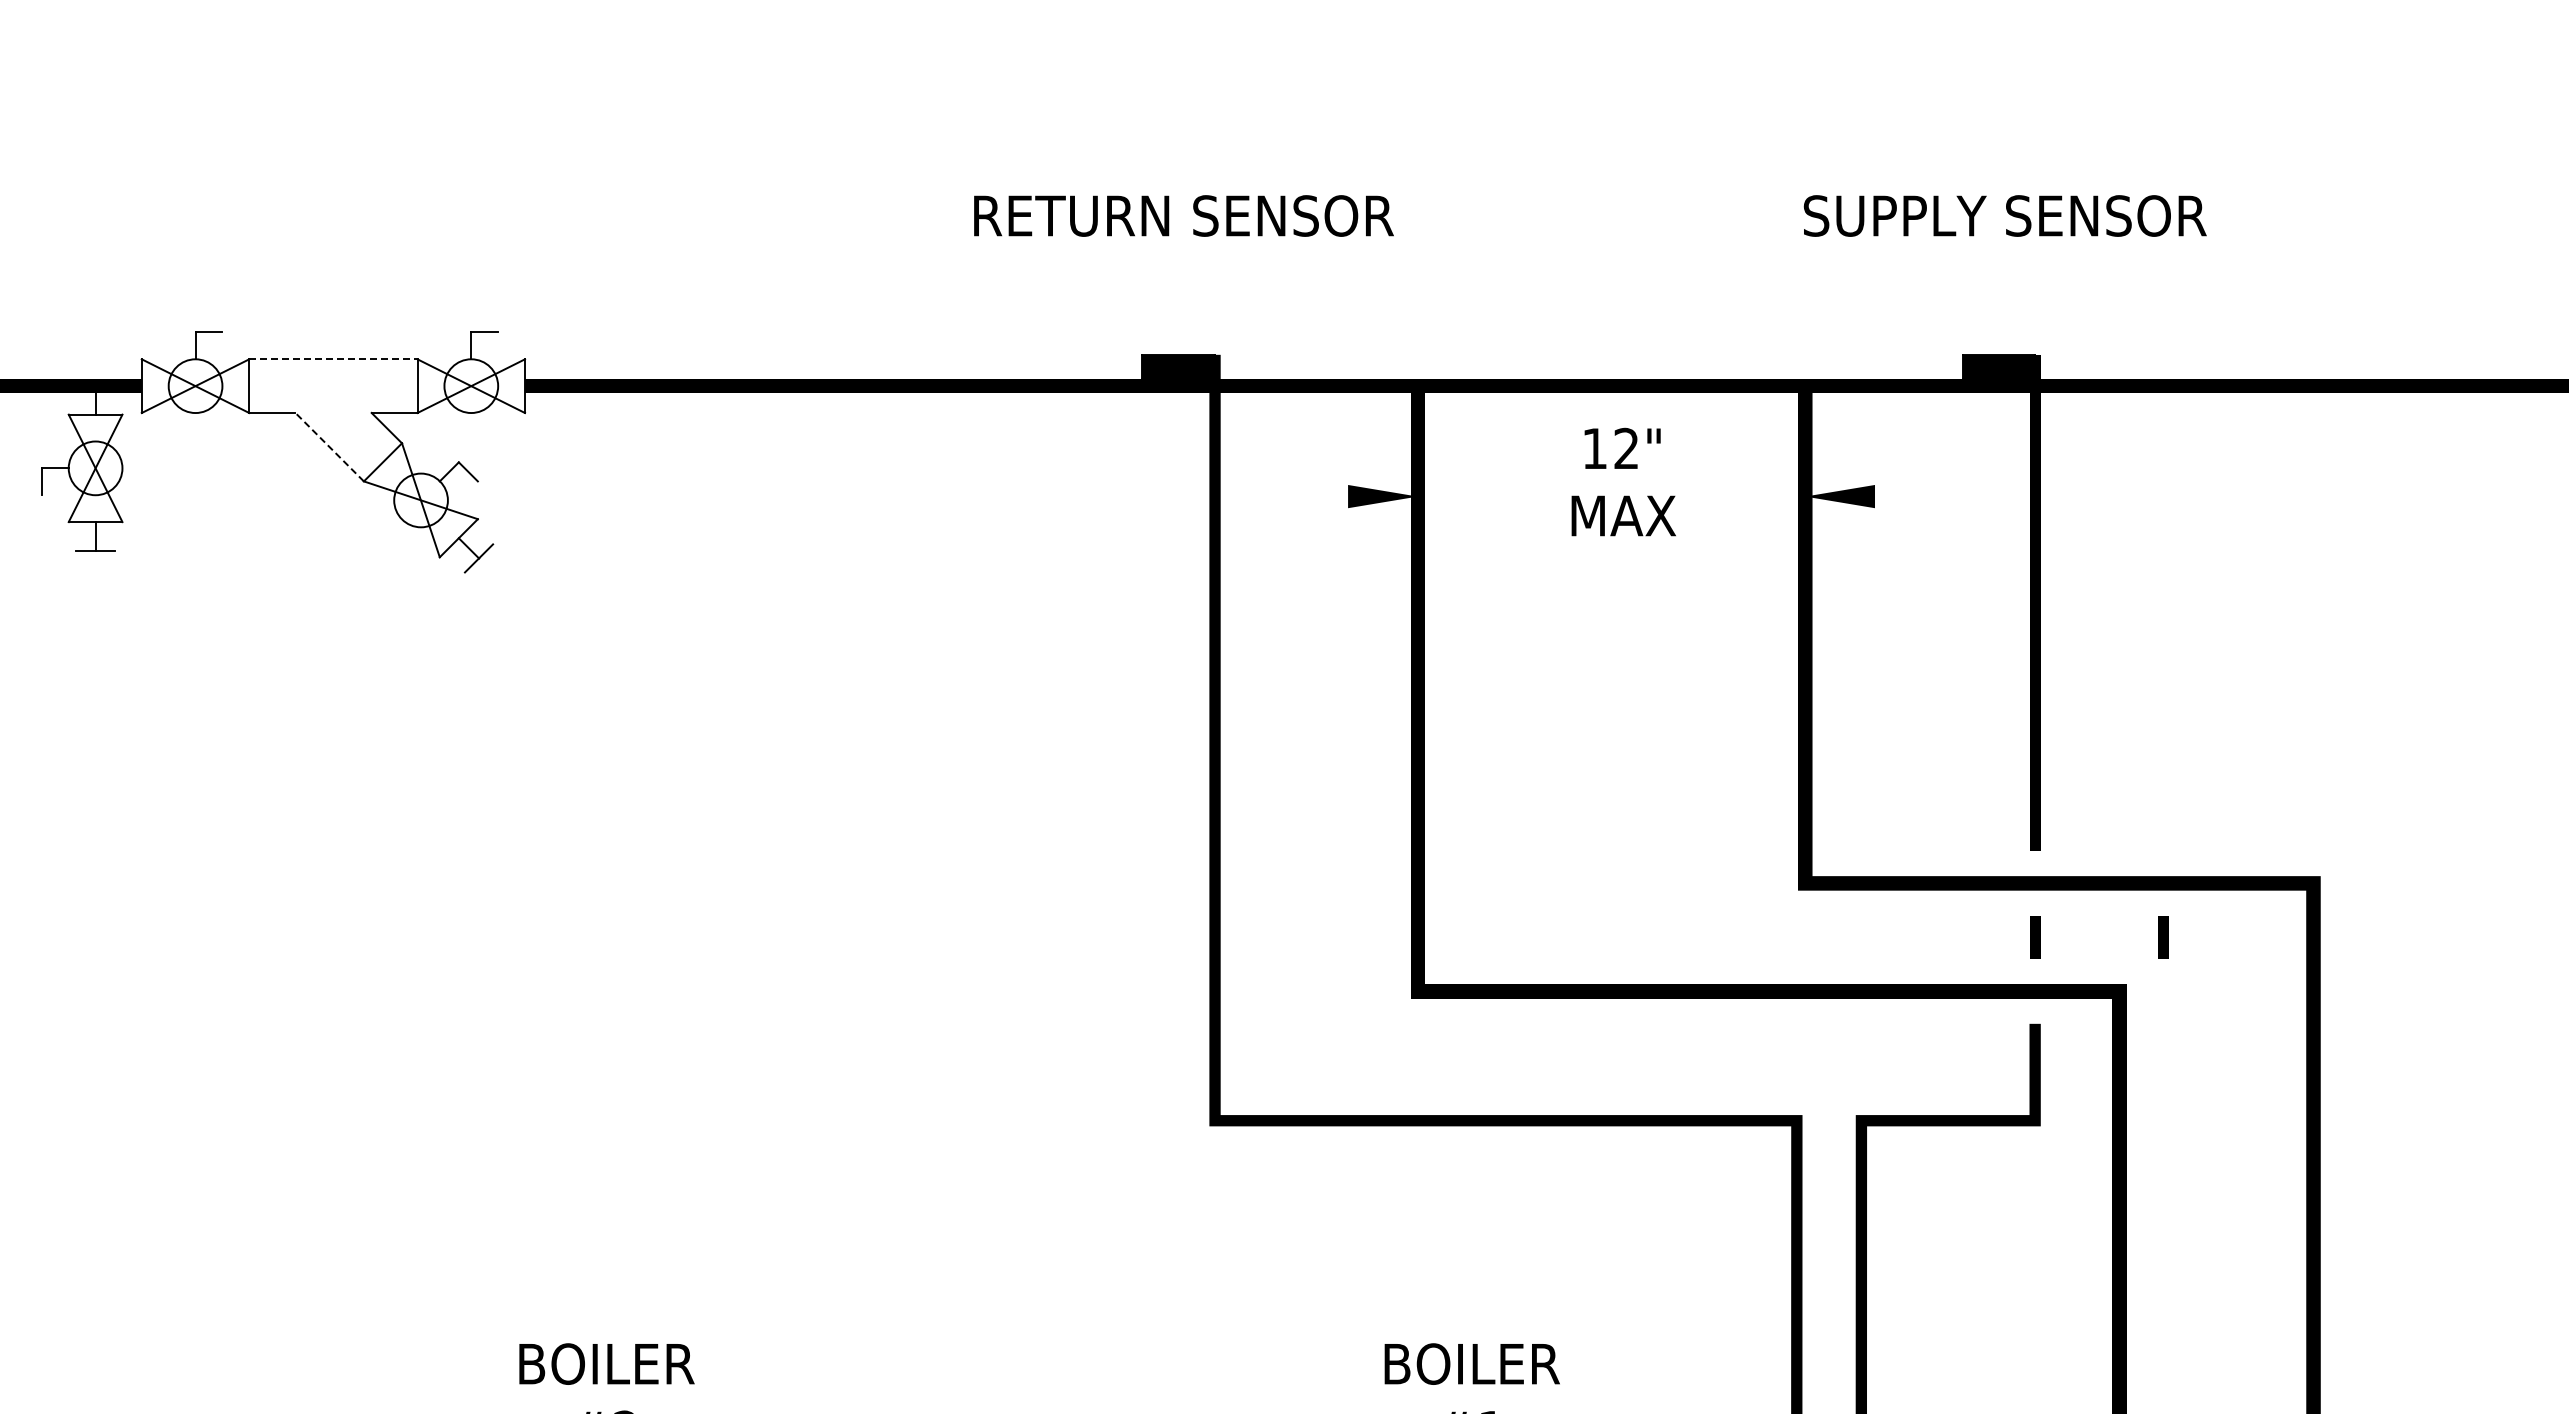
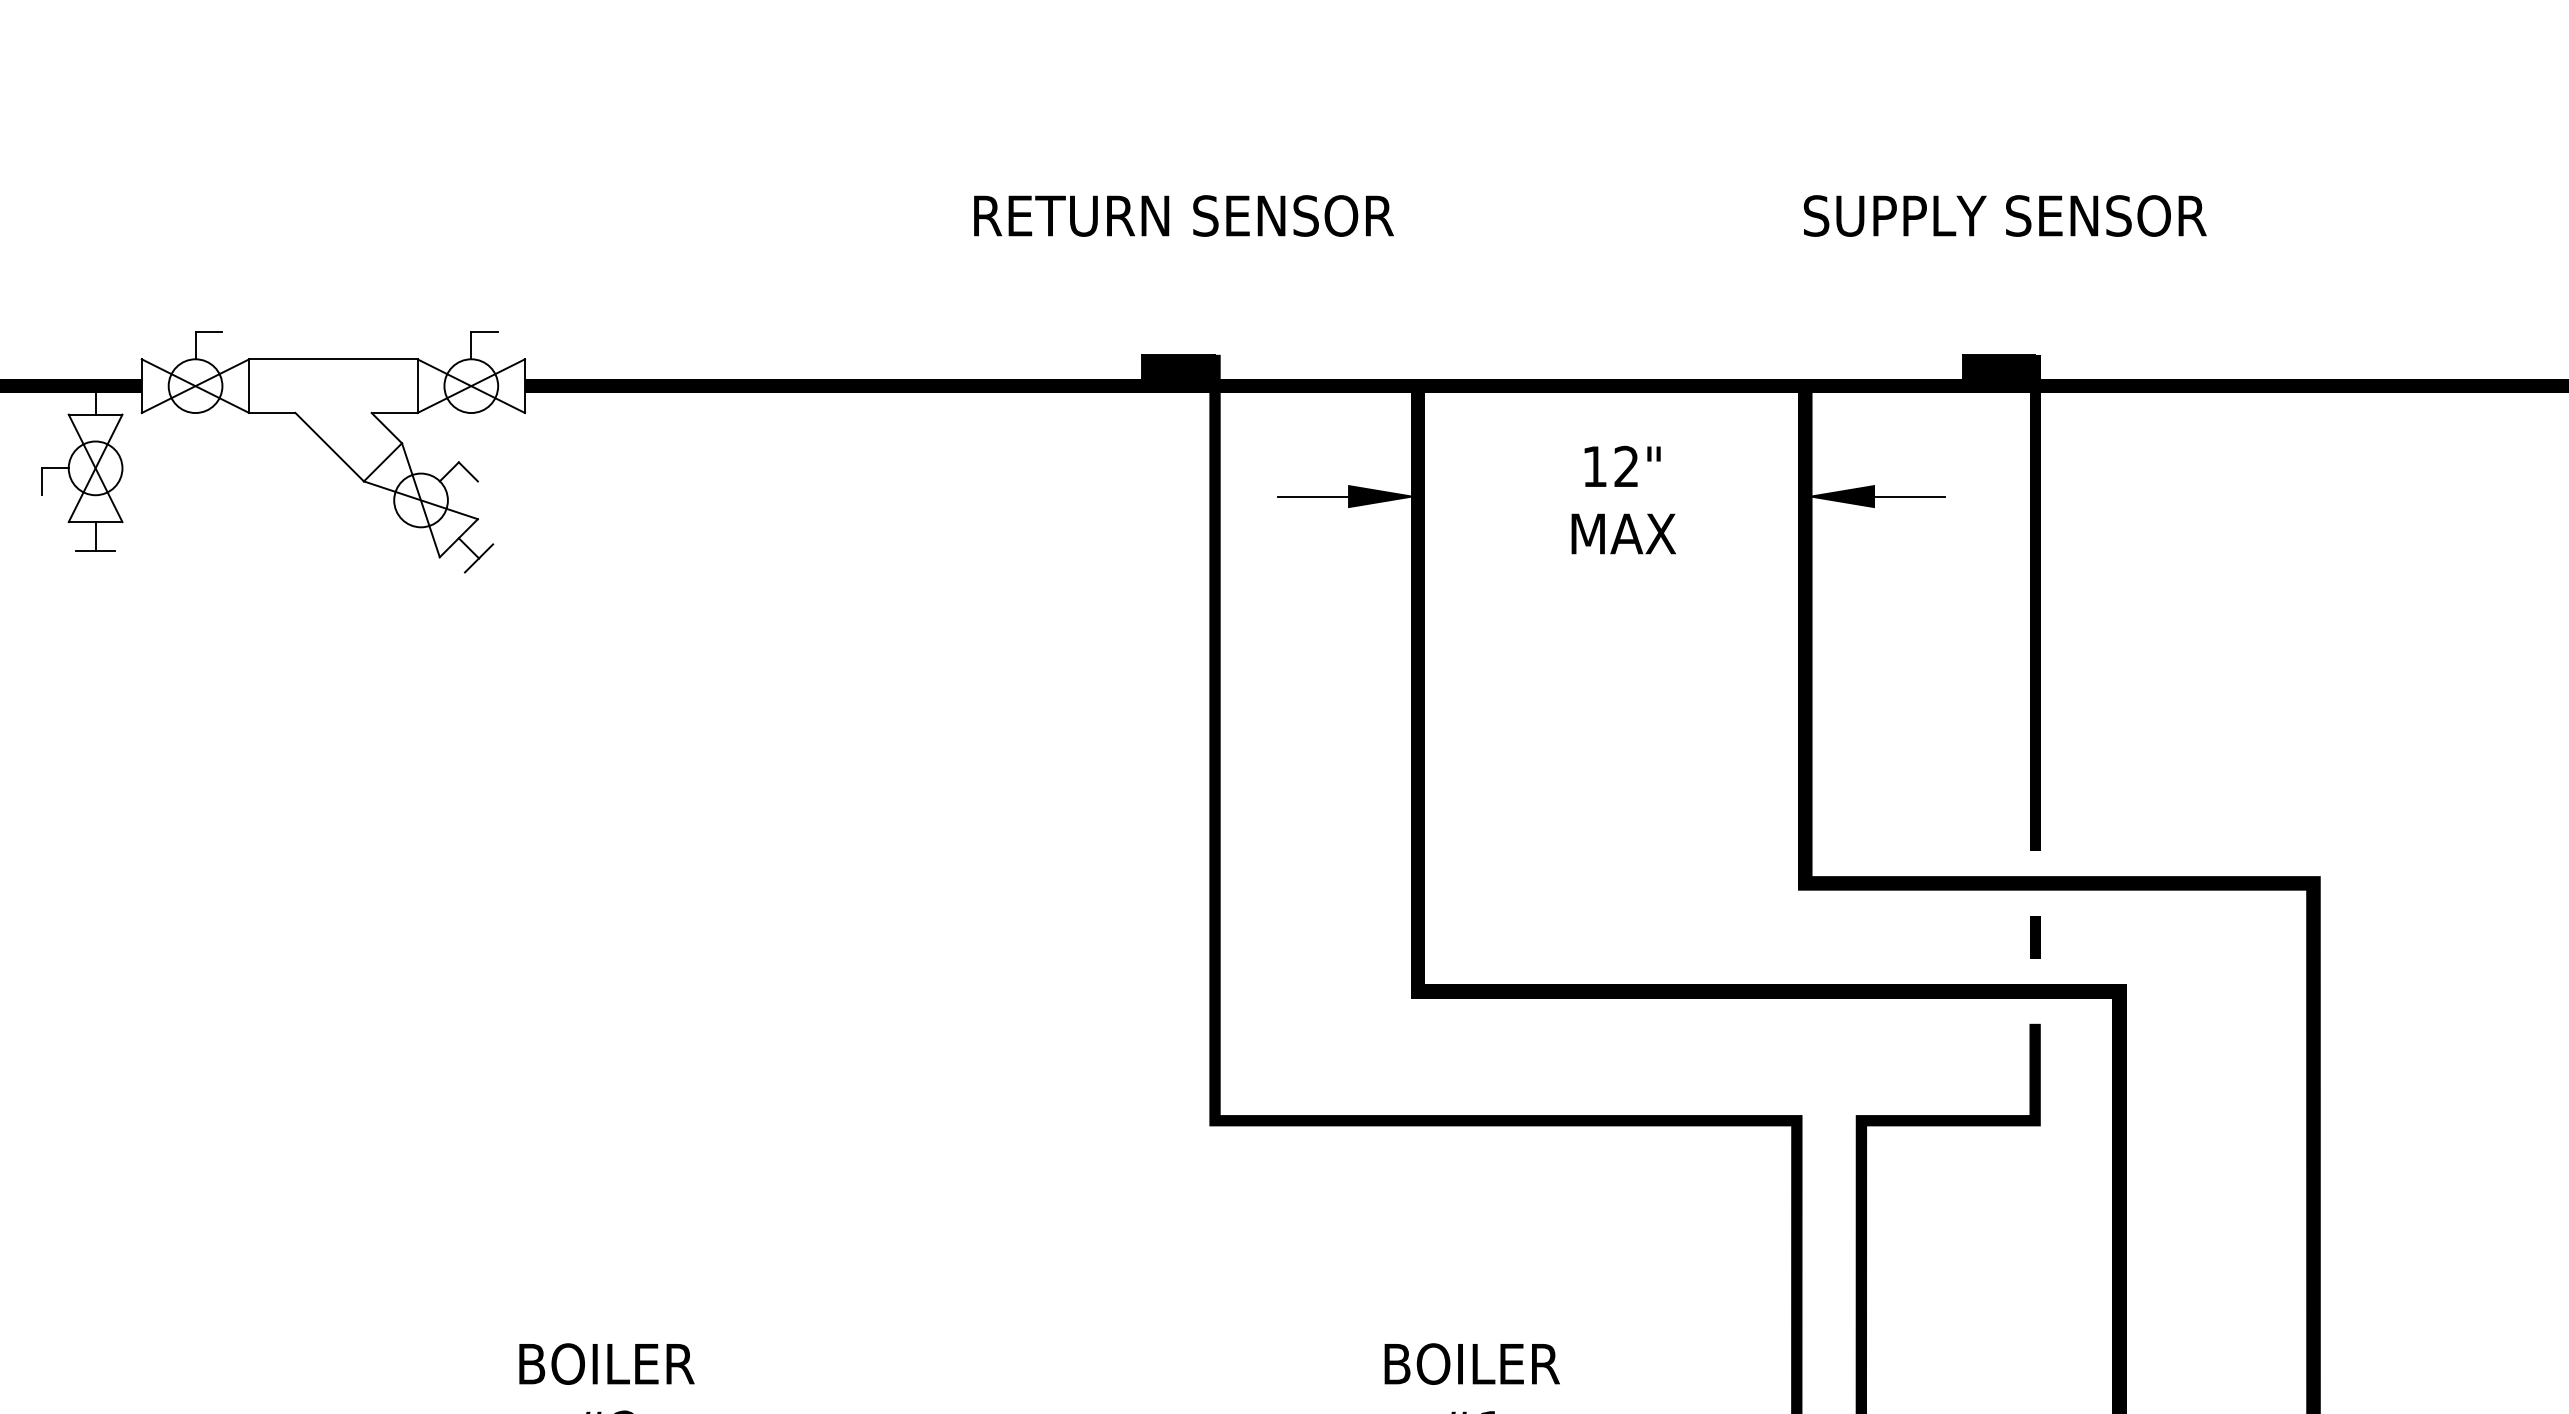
line at (333, 359): dashed -> solid
line at (329, 446): dashed -> solid
text at (1623, 481) position: (1623, 481) -> (1623, 499)
line at (1313, 496): none -> present
line at (1909, 496): none -> present
line at (2163, 937): present -> none
